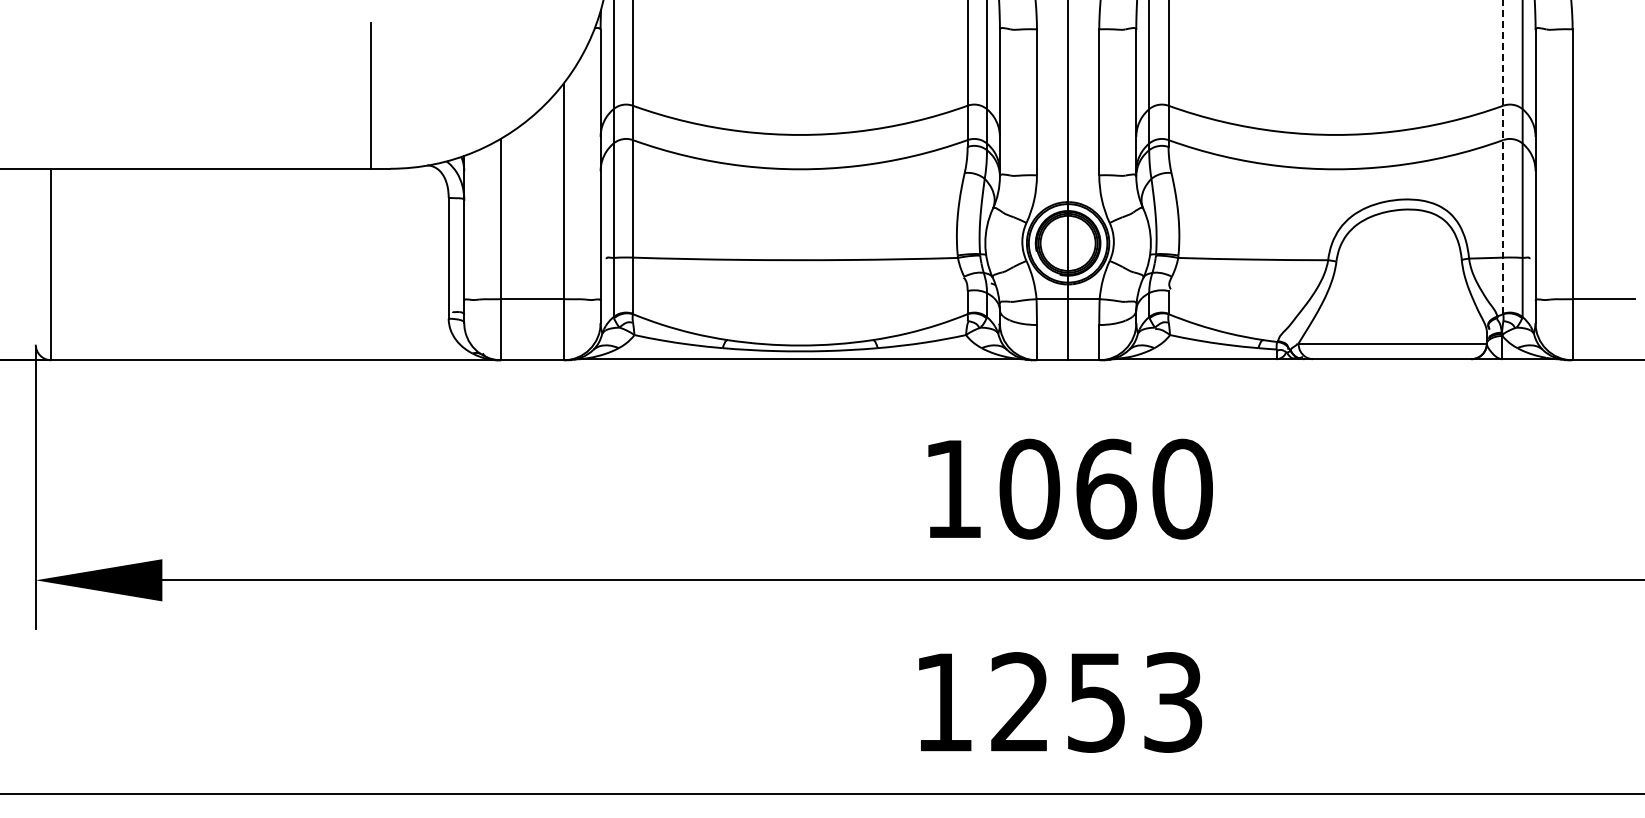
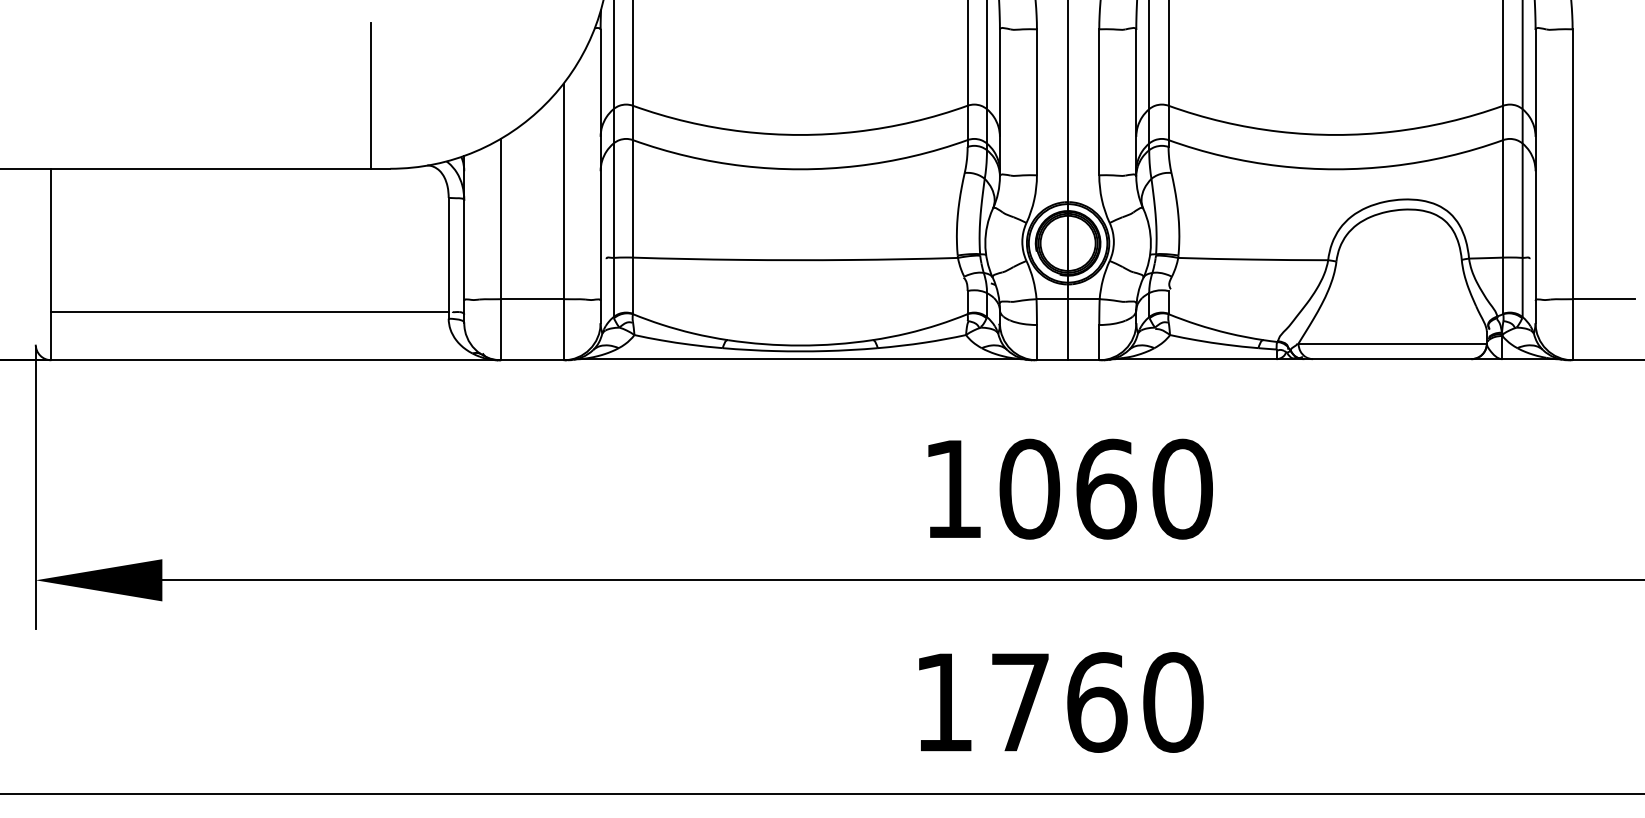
line at (1503, 156): dashed -> solid
line at (249, 311): none -> present
text at (1097, 702): 1253 -> 1760
